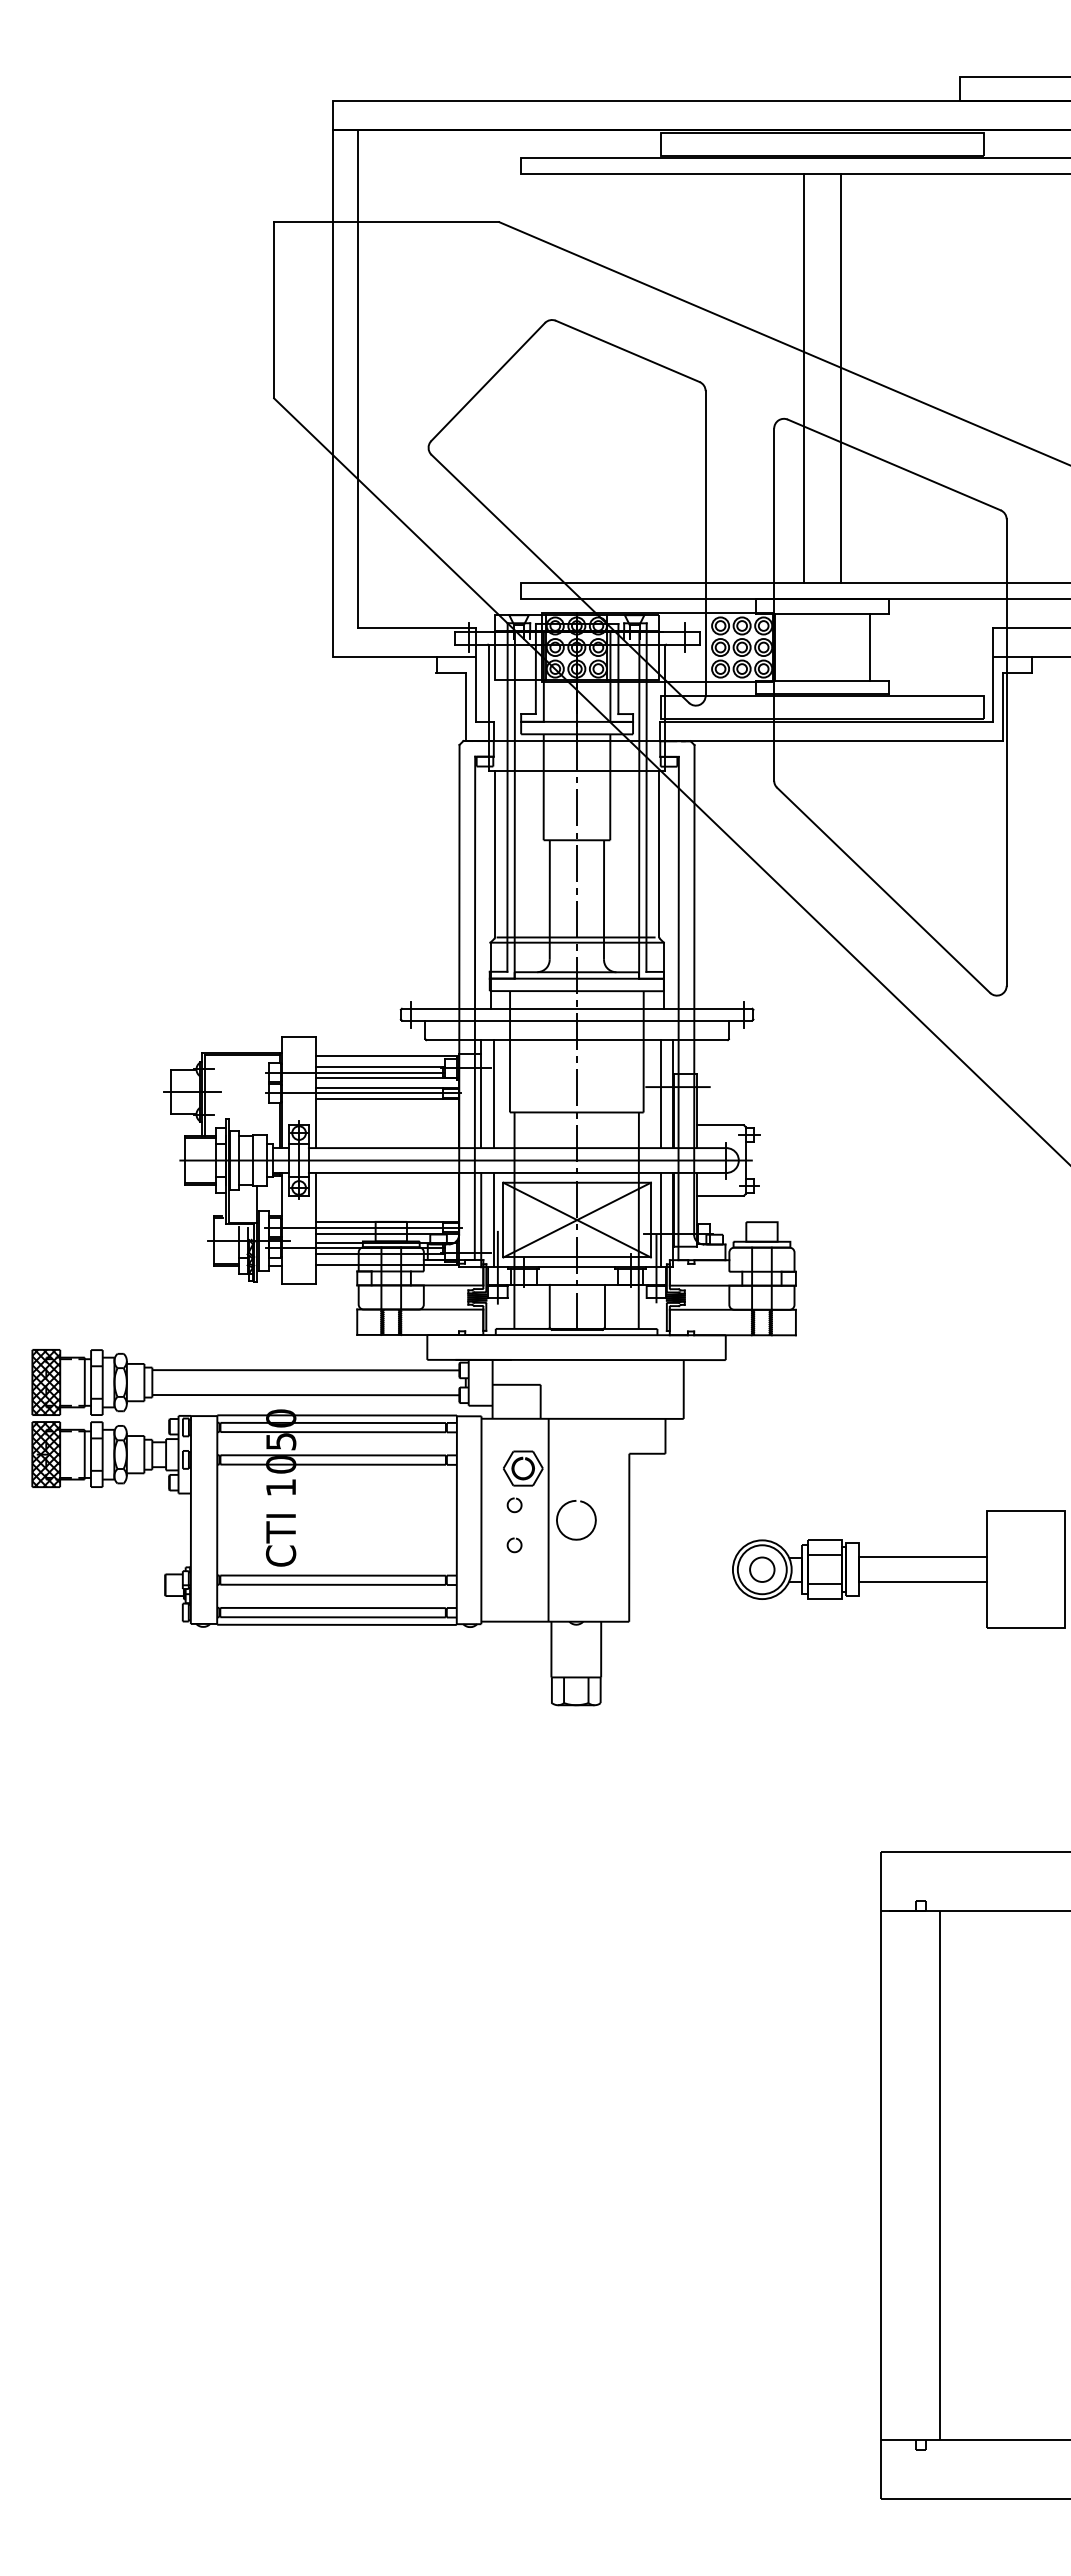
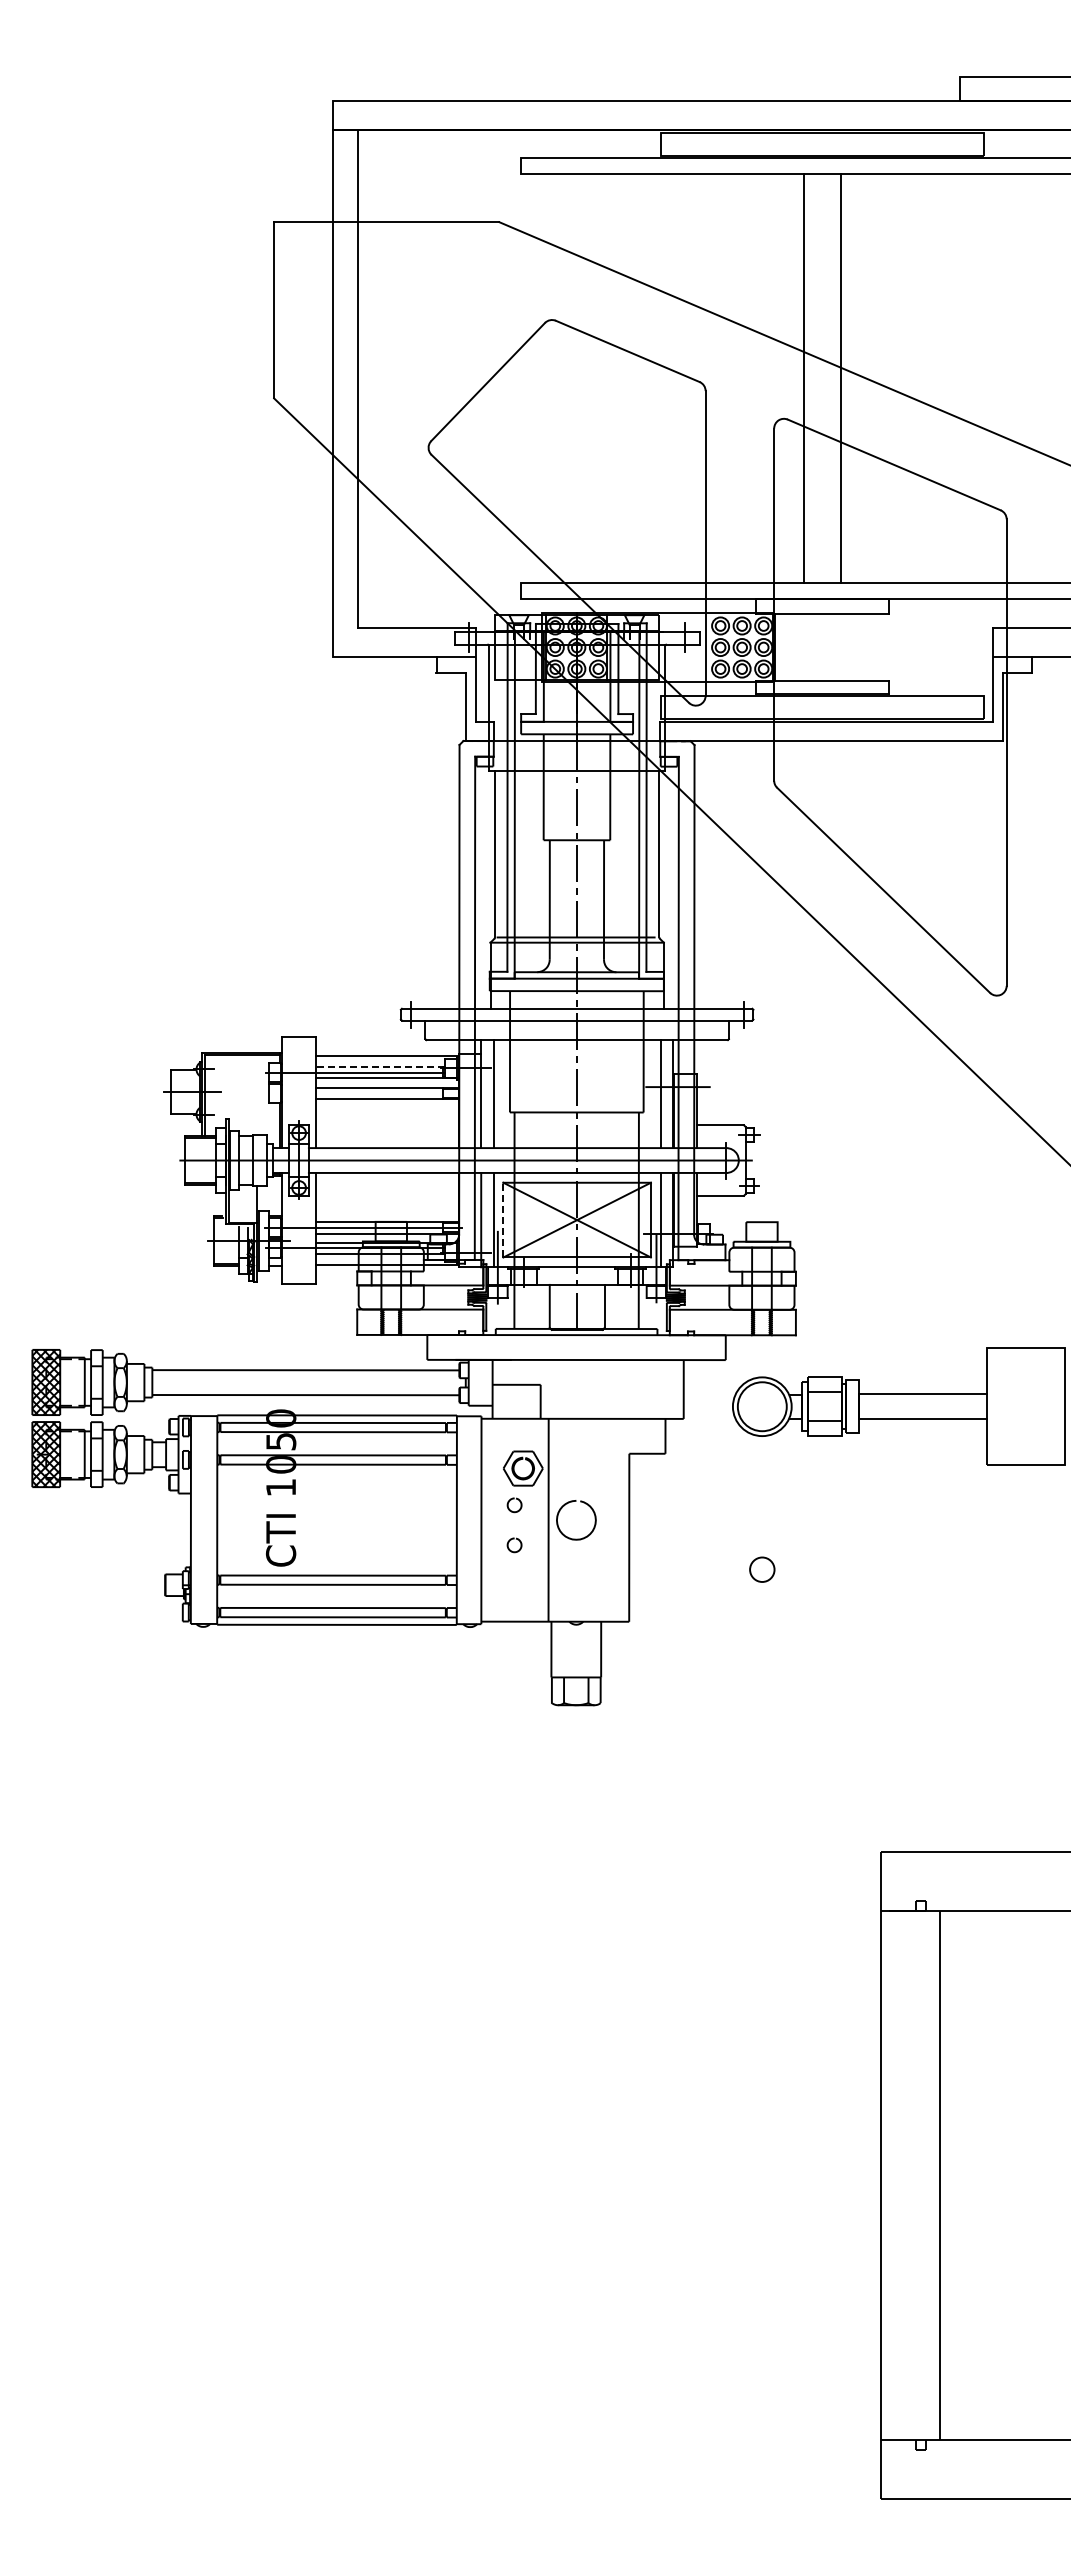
line at (870, 647): present -> none
line at (380, 1066): solid -> dashed
line at (363, 1093): present -> none
line at (503, 1219): solid -> dashed
part at (898, 1569) position: (898, 1569) -> (898, 1406)
